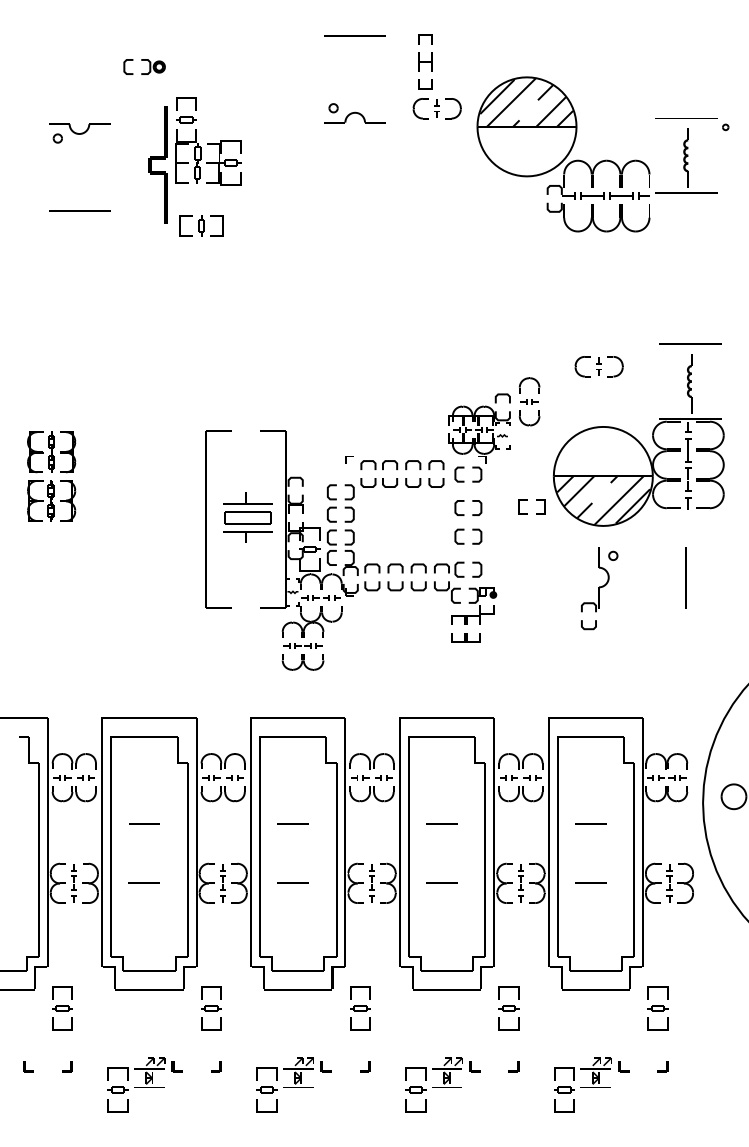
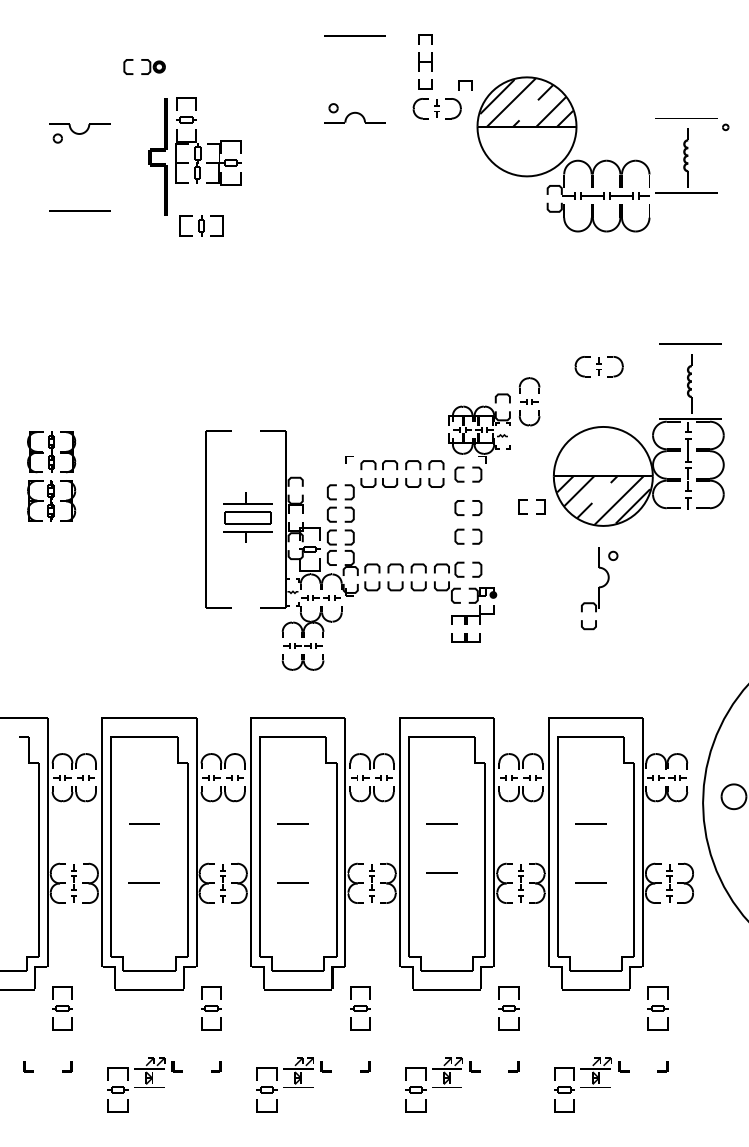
line at (465, 81): none -> present
part at (157, 164) position: (157, 164) -> (157, 156)
line at (685, 577): present -> none
line at (441, 882) position: (441, 882) -> (441, 872)
